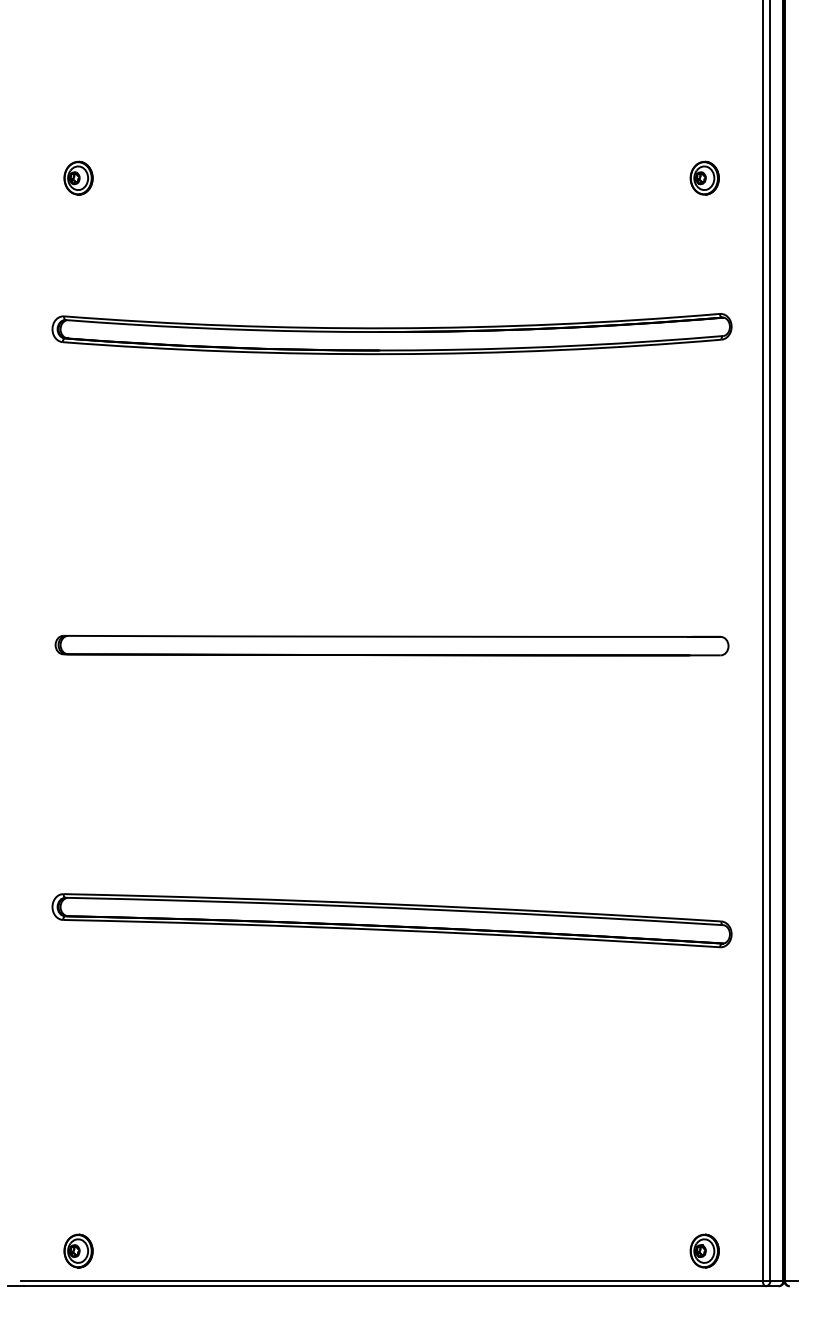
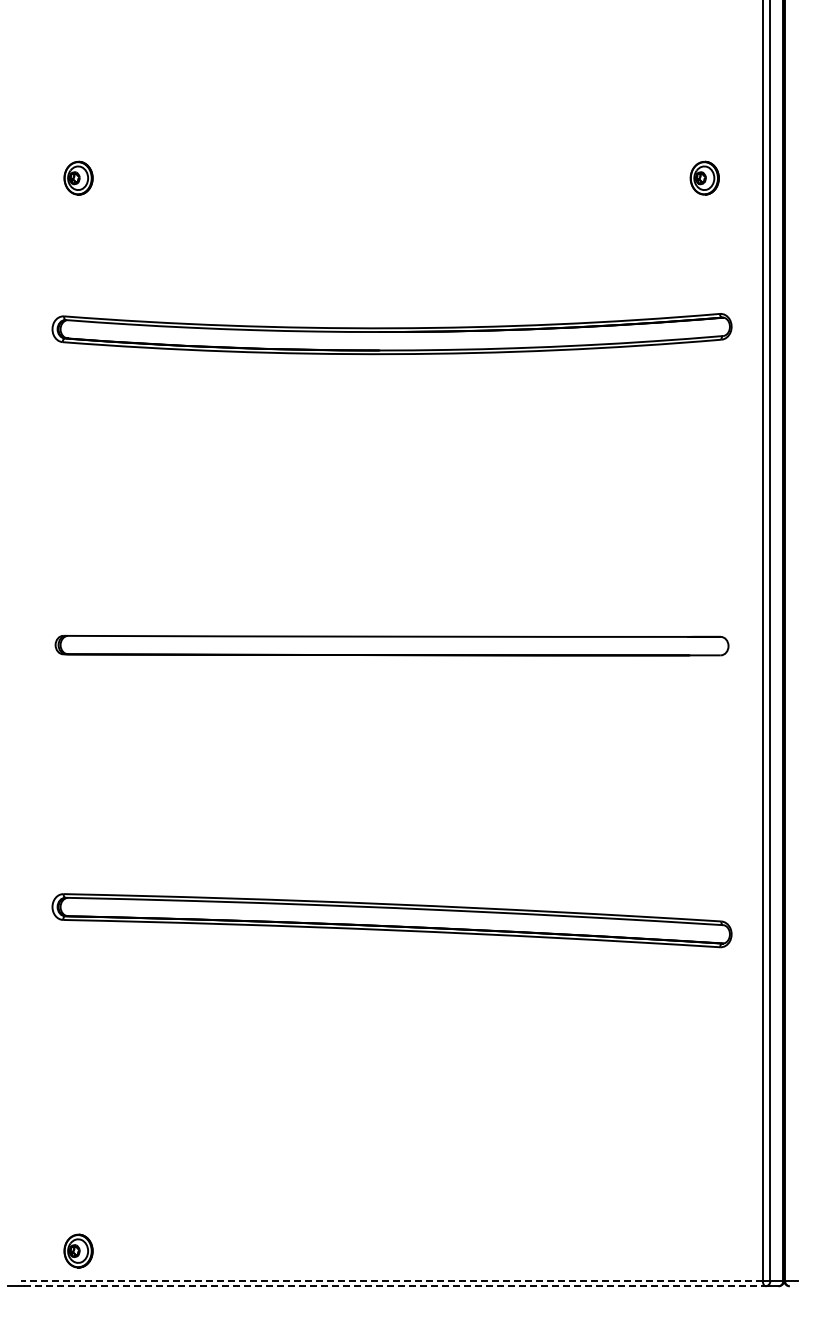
part at (704, 1250): present -> none
line at (392, 1280): solid -> dashed
line at (395, 1286): solid -> dashed
